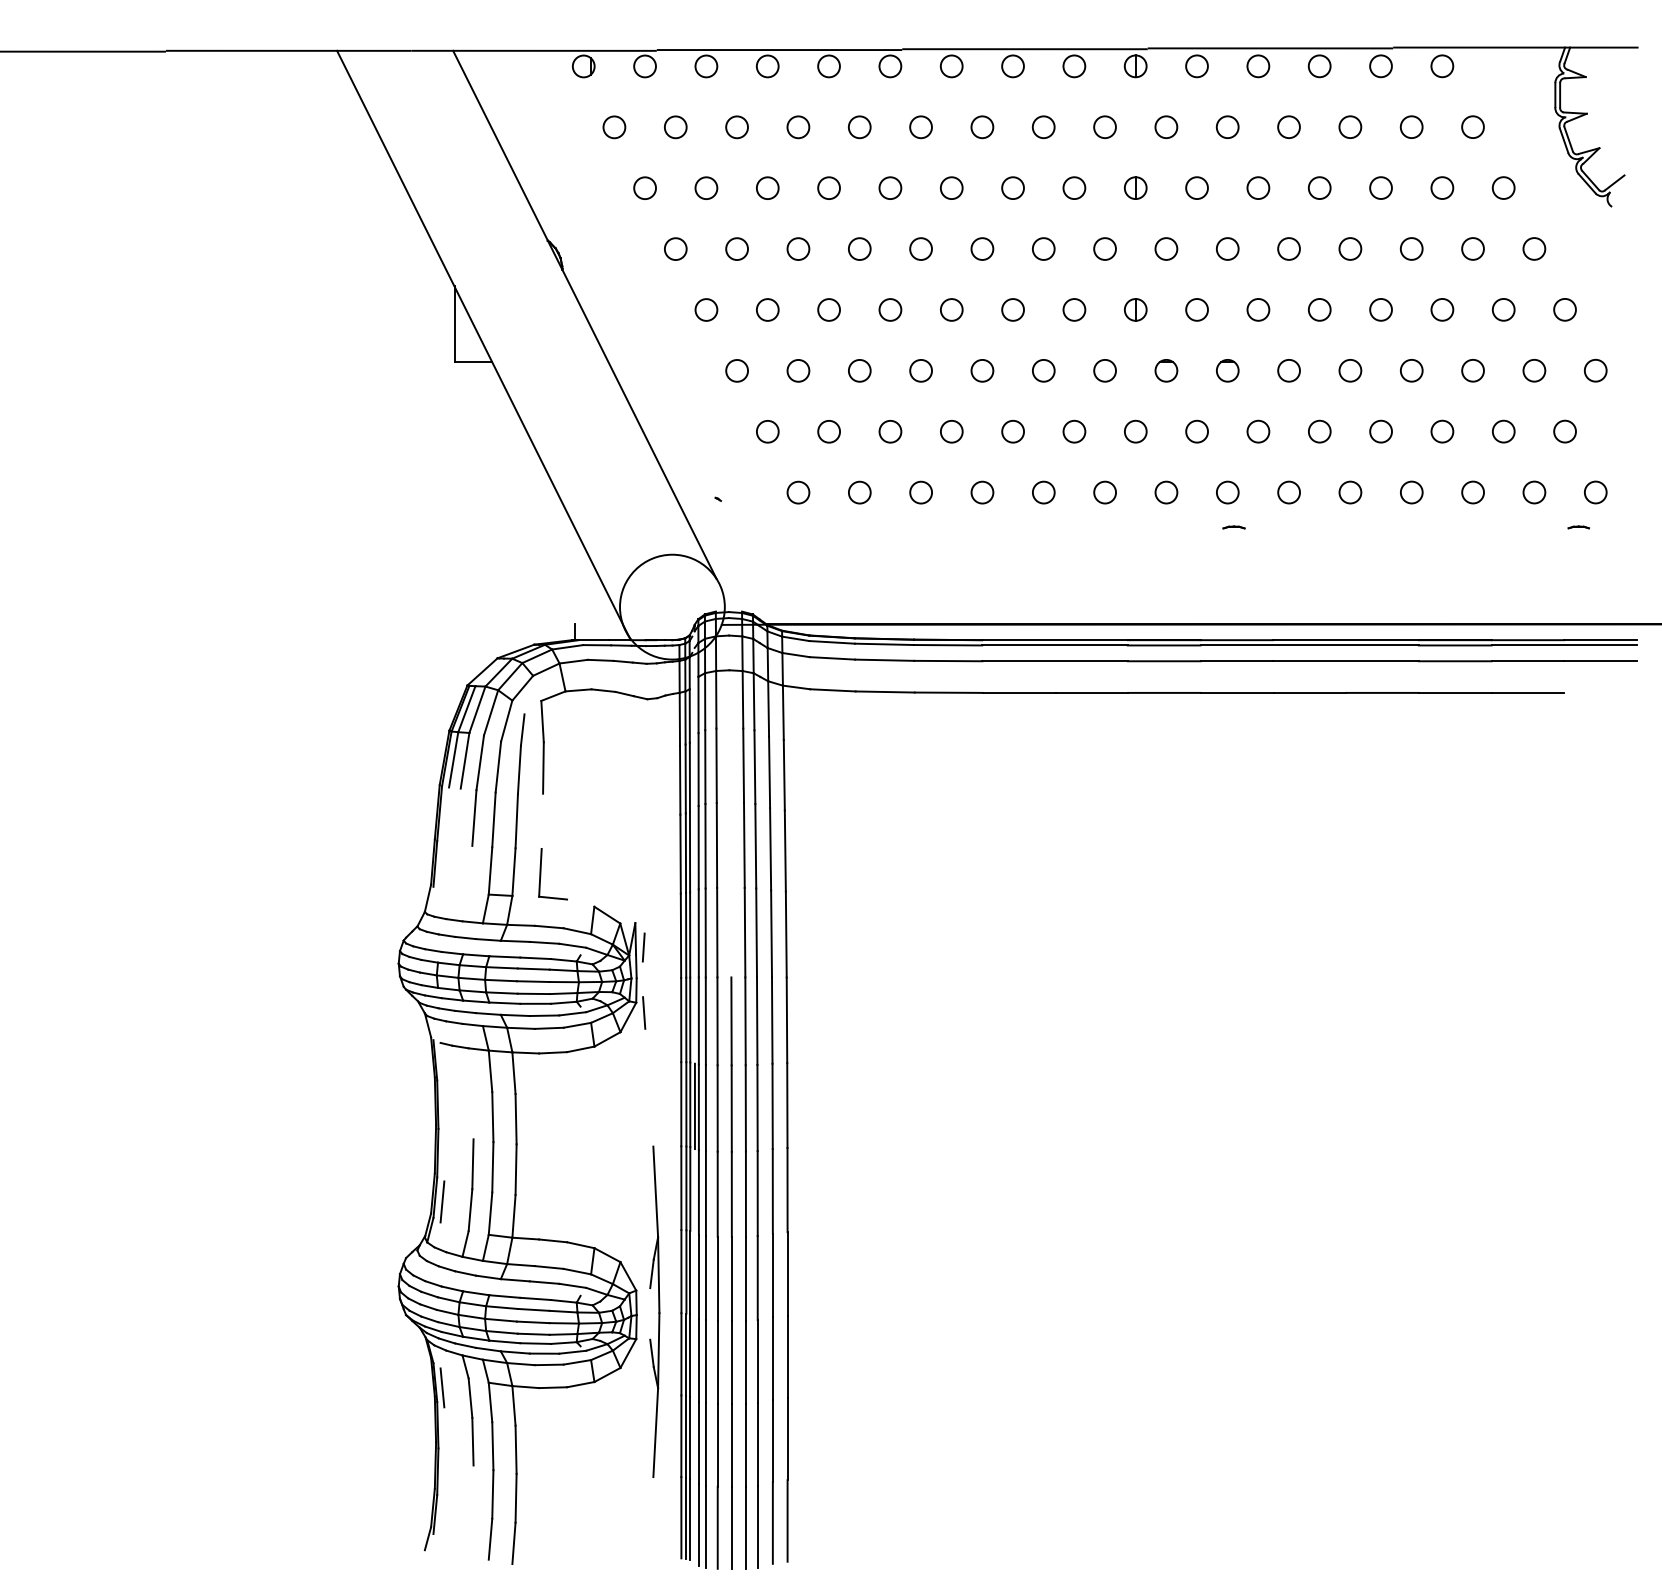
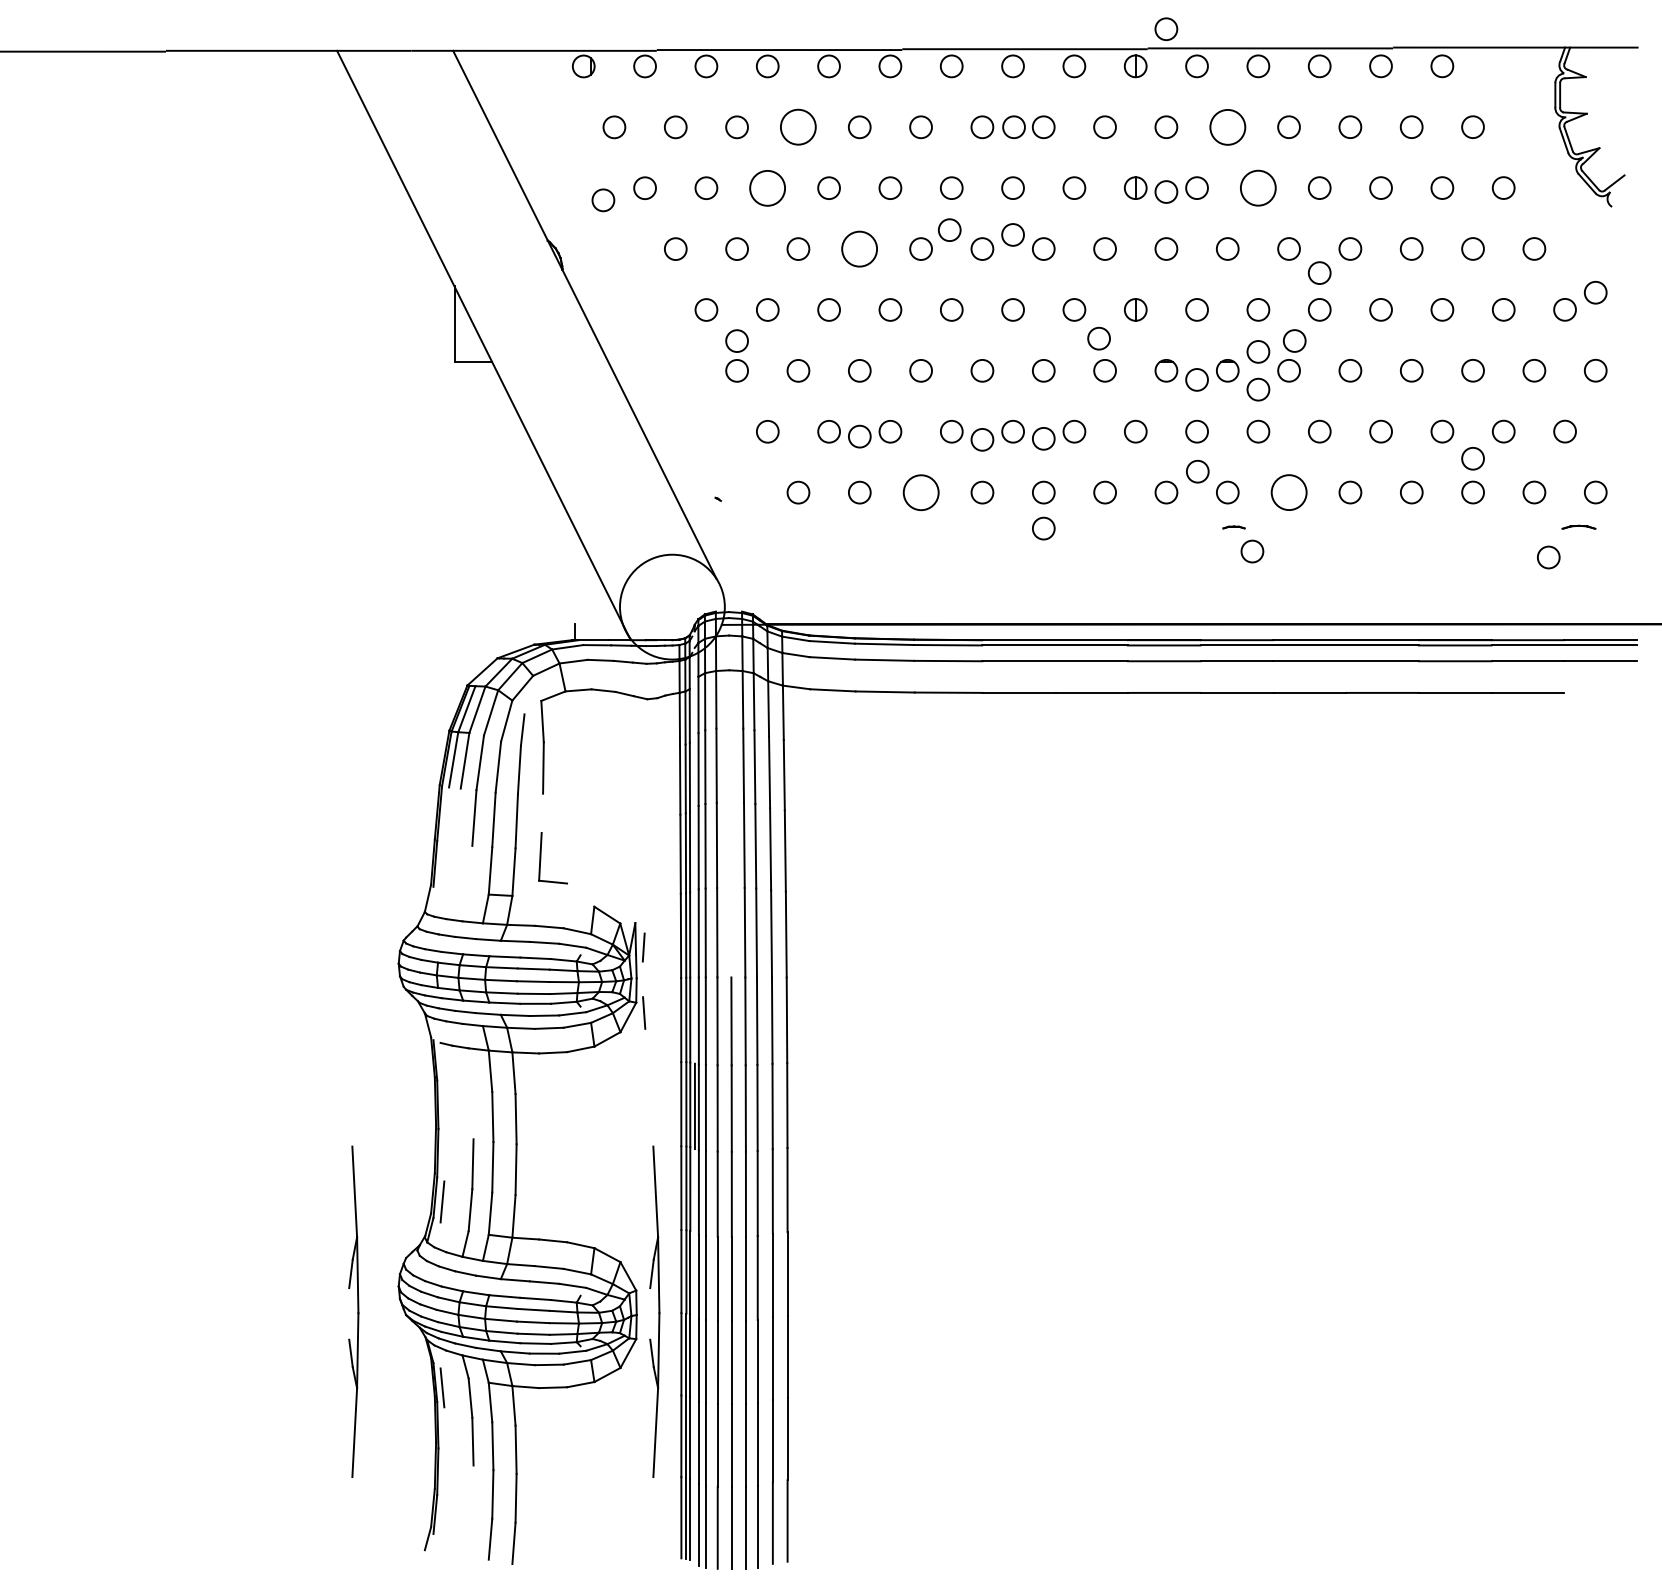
circle at (1166, 28): none -> present
circle at (1013, 126): none -> present
circle at (1227, 126) size: 25x24 px -> 38x37 px
circle at (798, 127) size: 25x25 px -> 37x38 px
circle at (767, 187) size: 24x24 px -> 37x37 px
circle at (1258, 187) size: 25x24 px -> 37x38 px
circle at (1166, 191): none -> present
circle at (603, 200): none -> present
circle at (949, 229): none -> present
circle at (1012, 234): none -> present
circle at (859, 248) size: 24x24 px -> 37x38 px
circle at (1319, 272): none -> present
circle at (1595, 292): none -> present
circle at (1098, 338): none -> present
circle at (736, 340): none -> present
circle at (1294, 340): none -> present
circle at (1258, 351): none -> present
circle at (1196, 379): none -> present
circle at (1258, 389): none -> present
circle at (859, 436): none -> present
circle at (1043, 438): none -> present
circle at (982, 439): none -> present
circle at (1472, 458): none -> present
circle at (1197, 471): none -> present
circle at (920, 492) size: 24x25 px -> 38x38 px
circle at (1288, 492) size: 24x25 px -> 38x37 px
part at (1578, 527) size: 23x5 px -> 36x6 px
circle at (1043, 528): none -> present
circle at (1252, 551): none -> present
circle at (1548, 557): none -> present
part at (541, 874) position: (541, 874) -> (541, 858)
part at (353, 1311): none -> present
